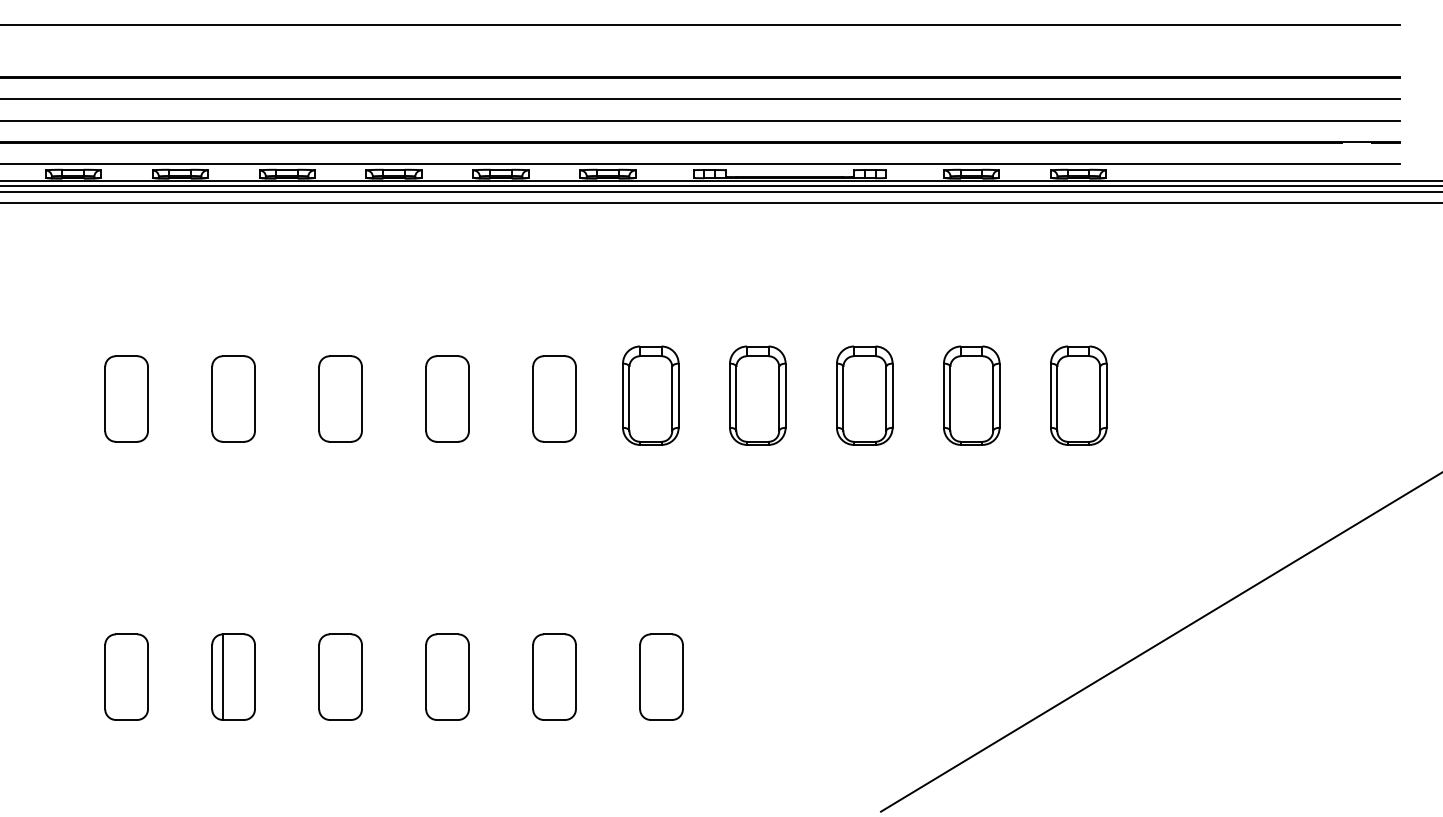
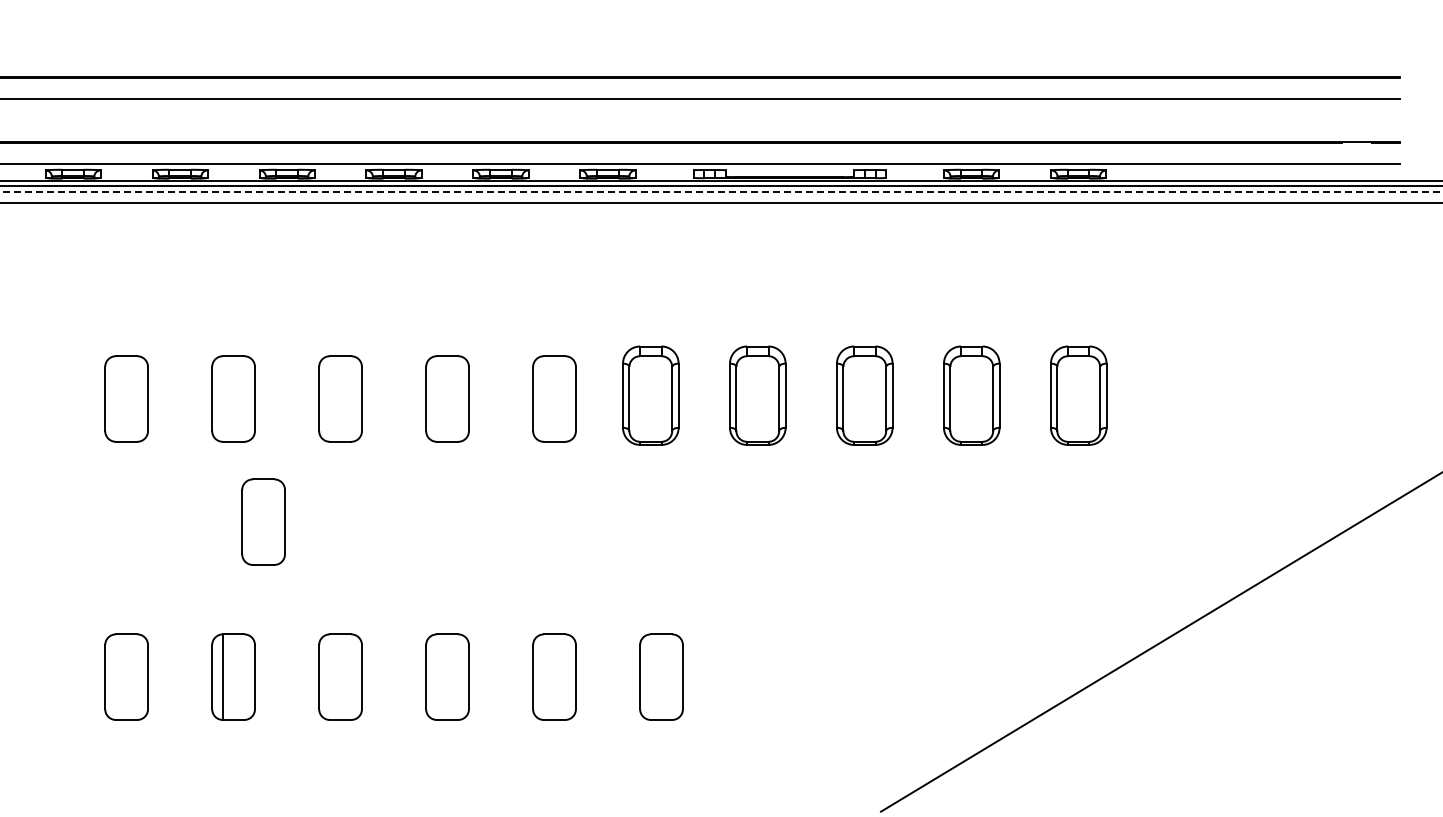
line at (700, 24): present -> none
line at (700, 120): present -> none
line at (721, 192): solid -> dashed
part at (263, 521): none -> present
